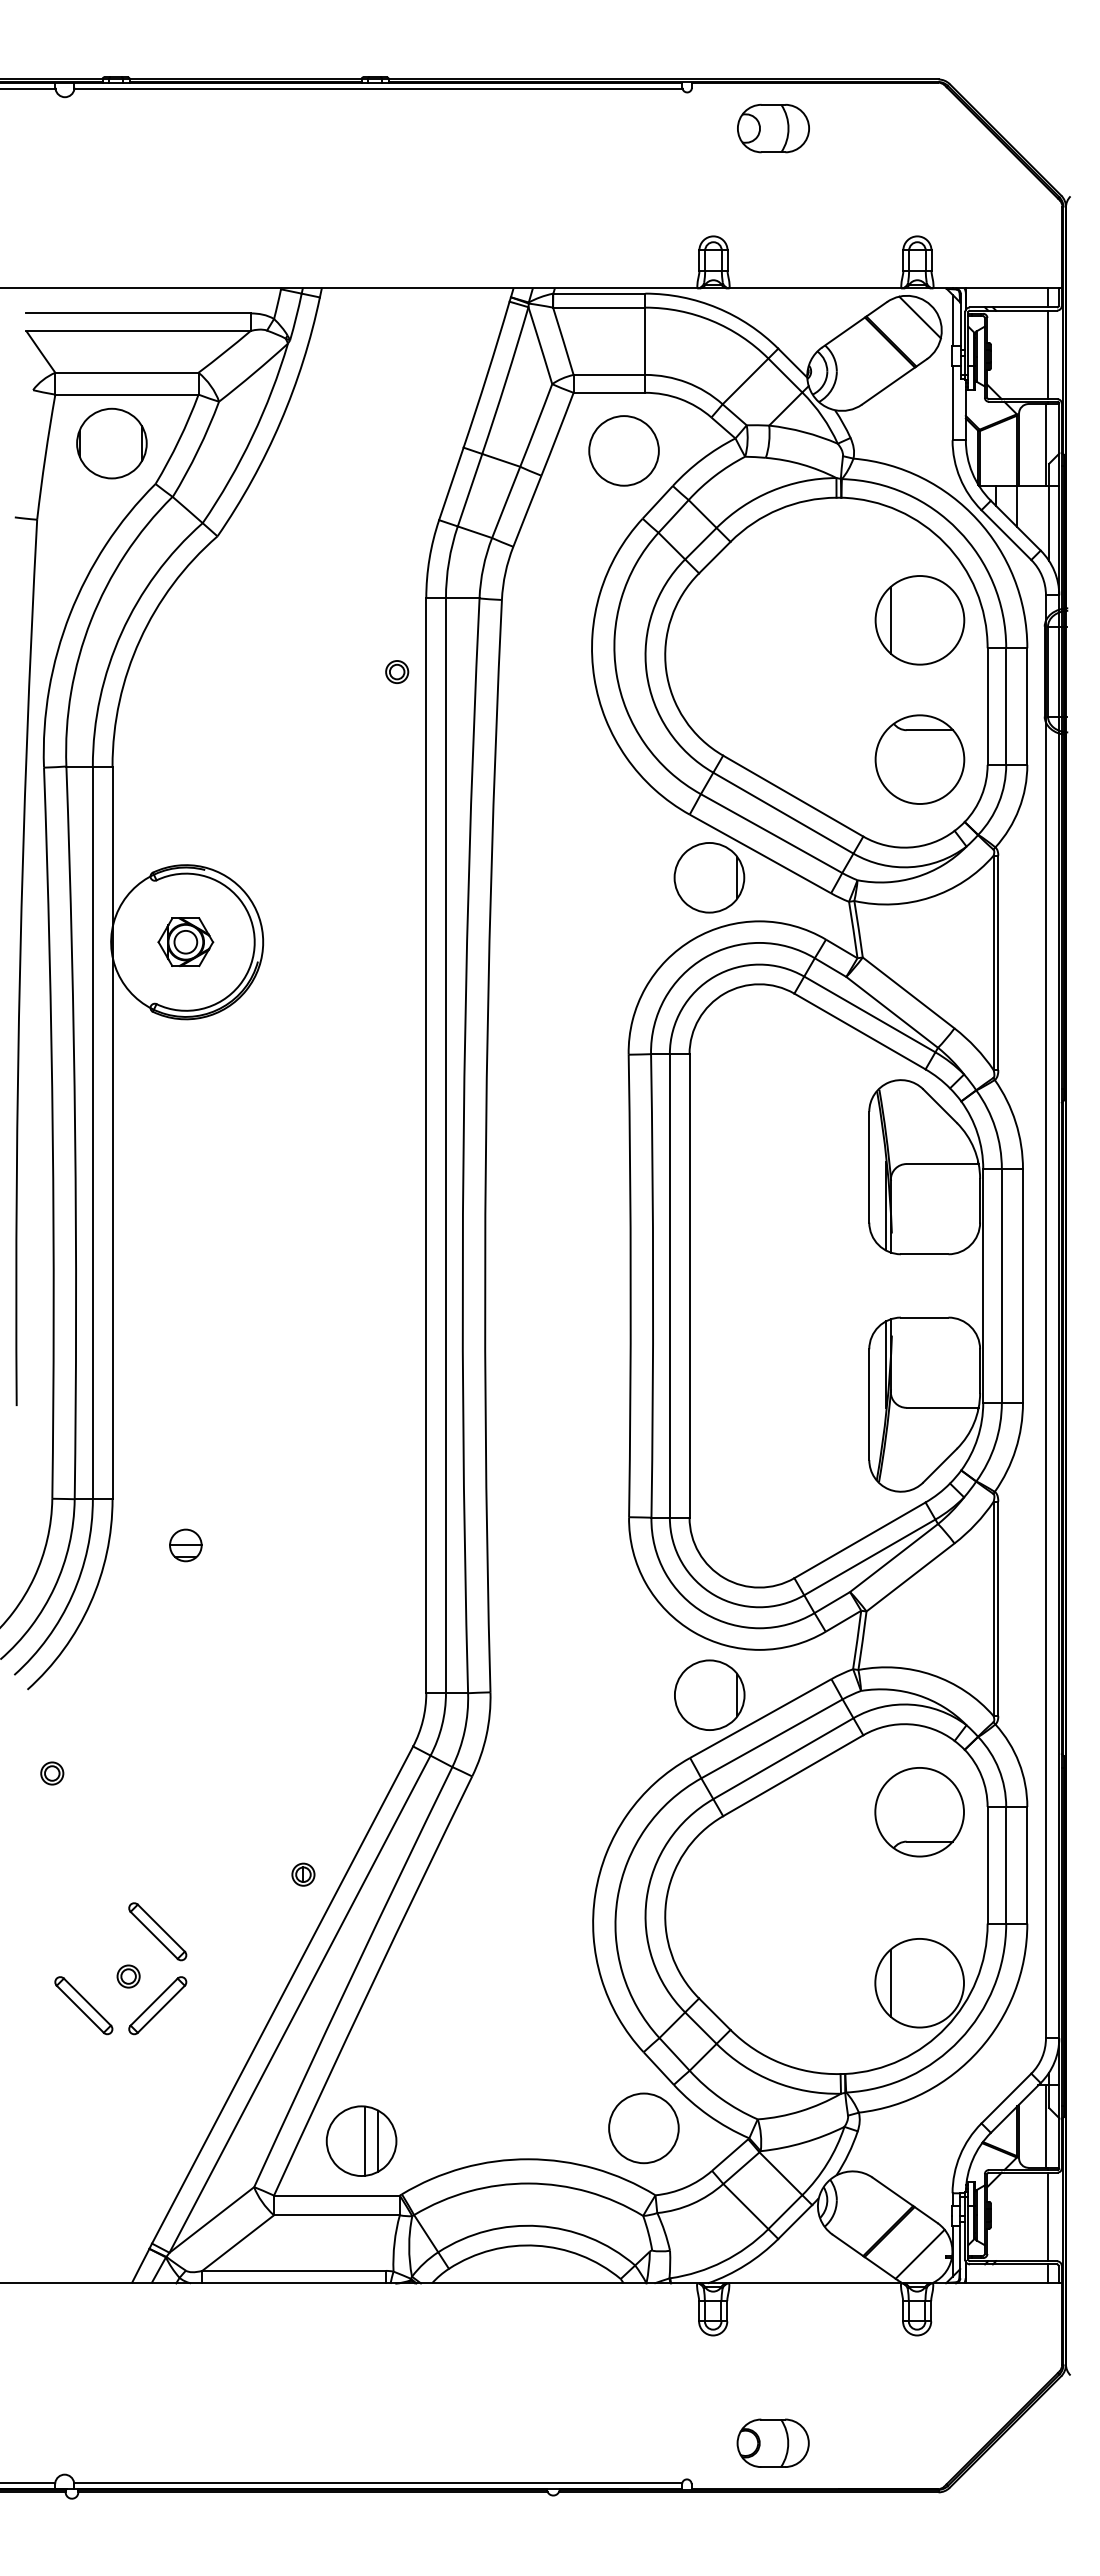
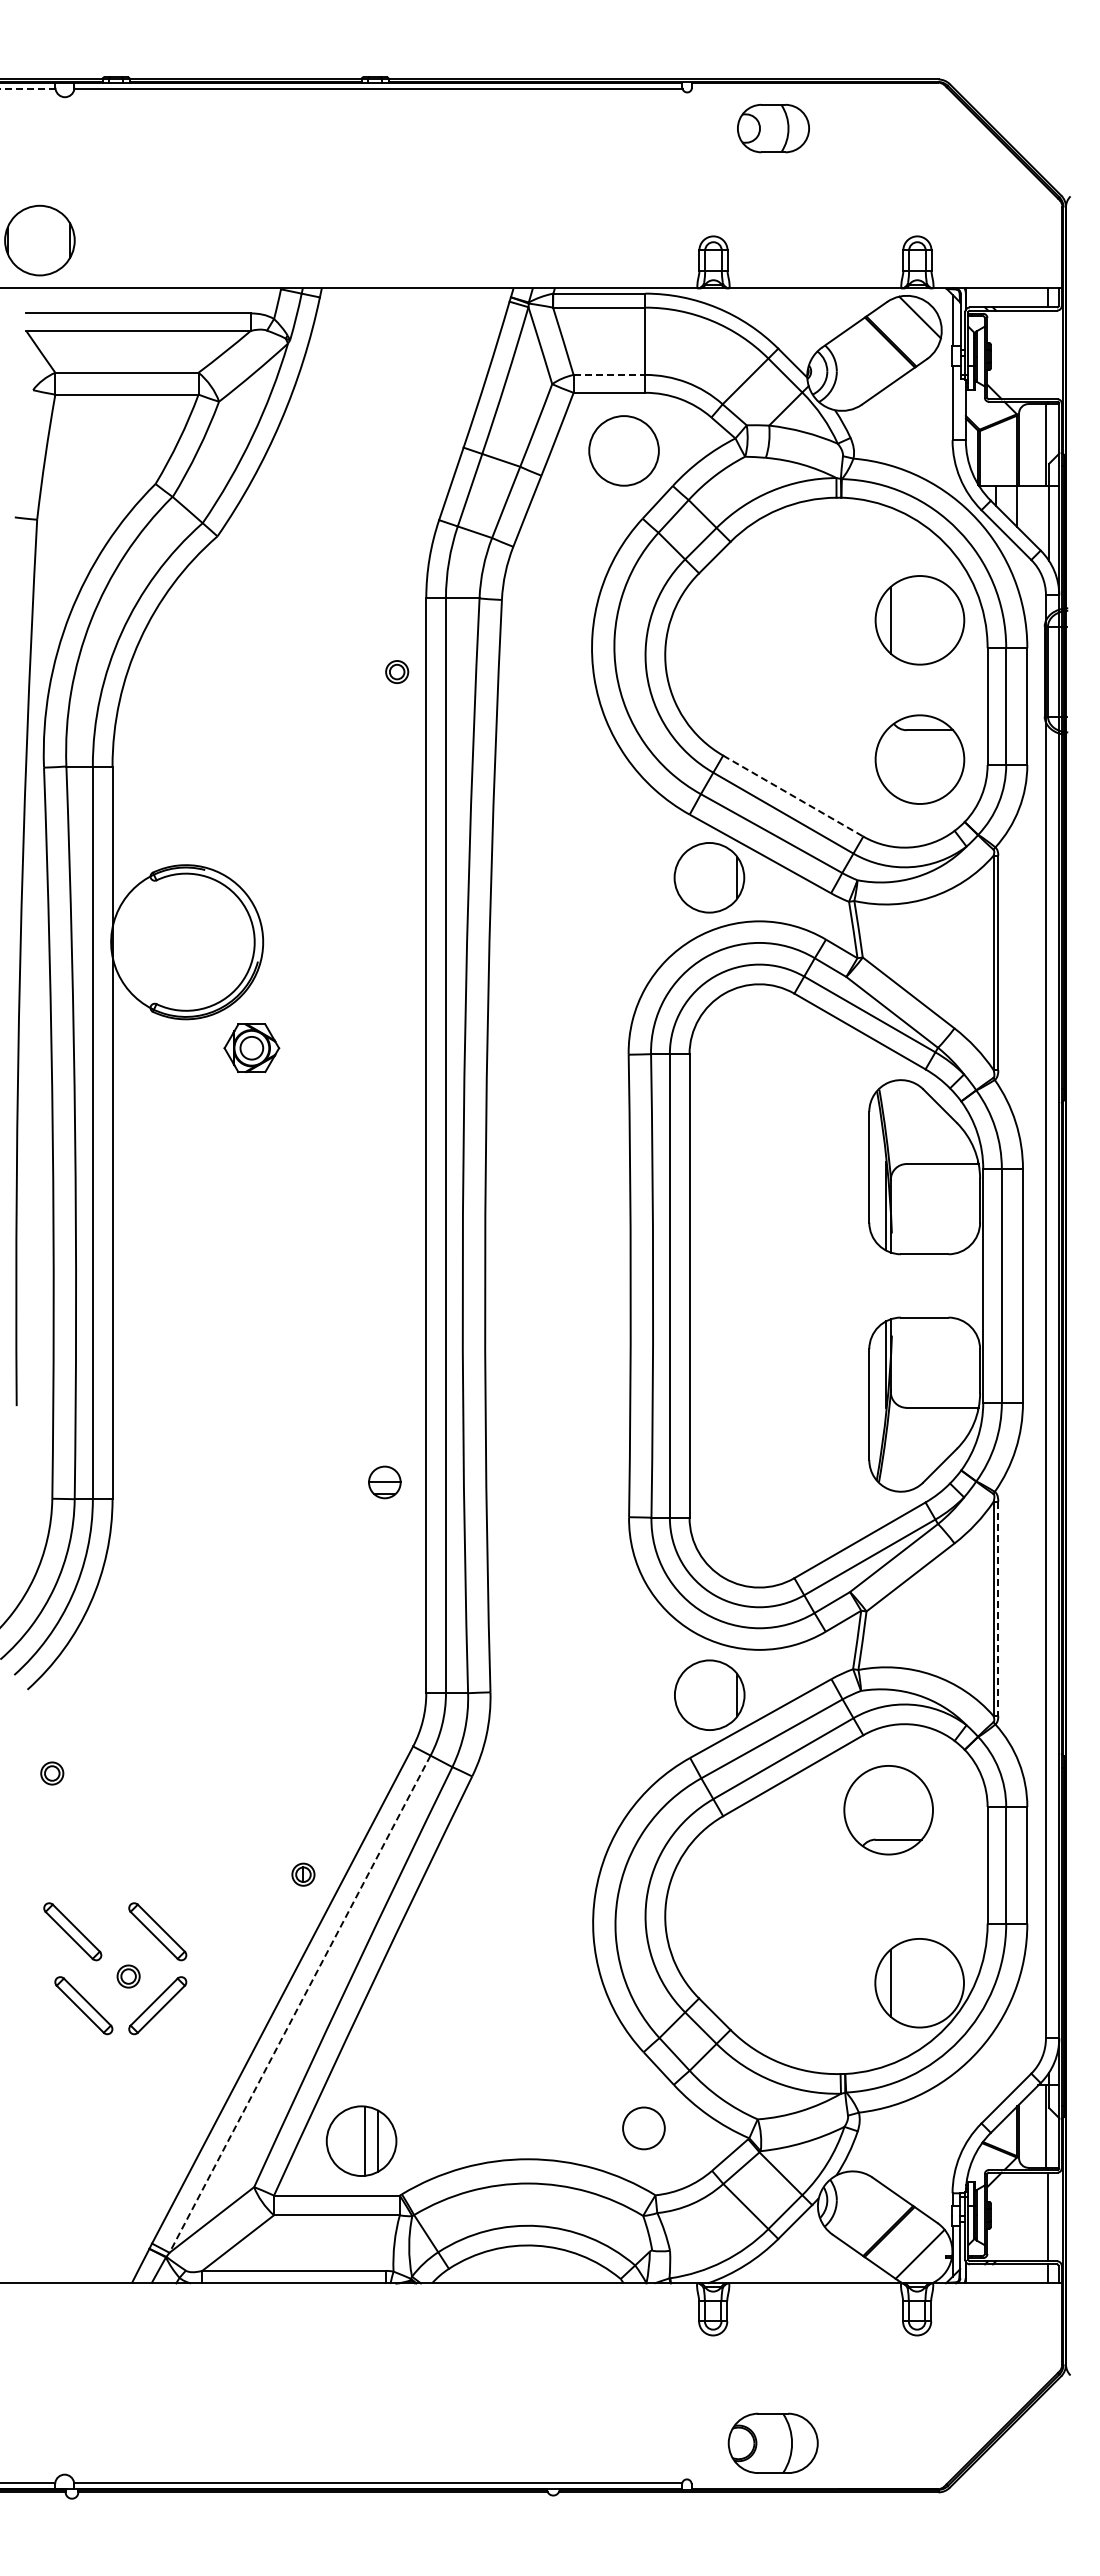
line at (27, 89): solid -> dashed
line at (1047, 354): present -> none
line at (609, 374): solid -> dashed
part at (111, 443) position: (111, 443) -> (39, 240)
line at (793, 796): solid -> dashed
part at (185, 941) position: (185, 941) -> (251, 1047)
part at (185, 1545) position: (185, 1545) -> (384, 1482)
line at (998, 1609): solid -> dashed
part at (919, 1812) position: (919, 1812) -> (888, 1810)
part at (72, 1931): none -> present
line at (300, 2004): solid -> dashed
part at (643, 2128) size: 72x73 px -> 44x45 px
part at (772, 2442) size: 74x50 px -> 92x62 px
